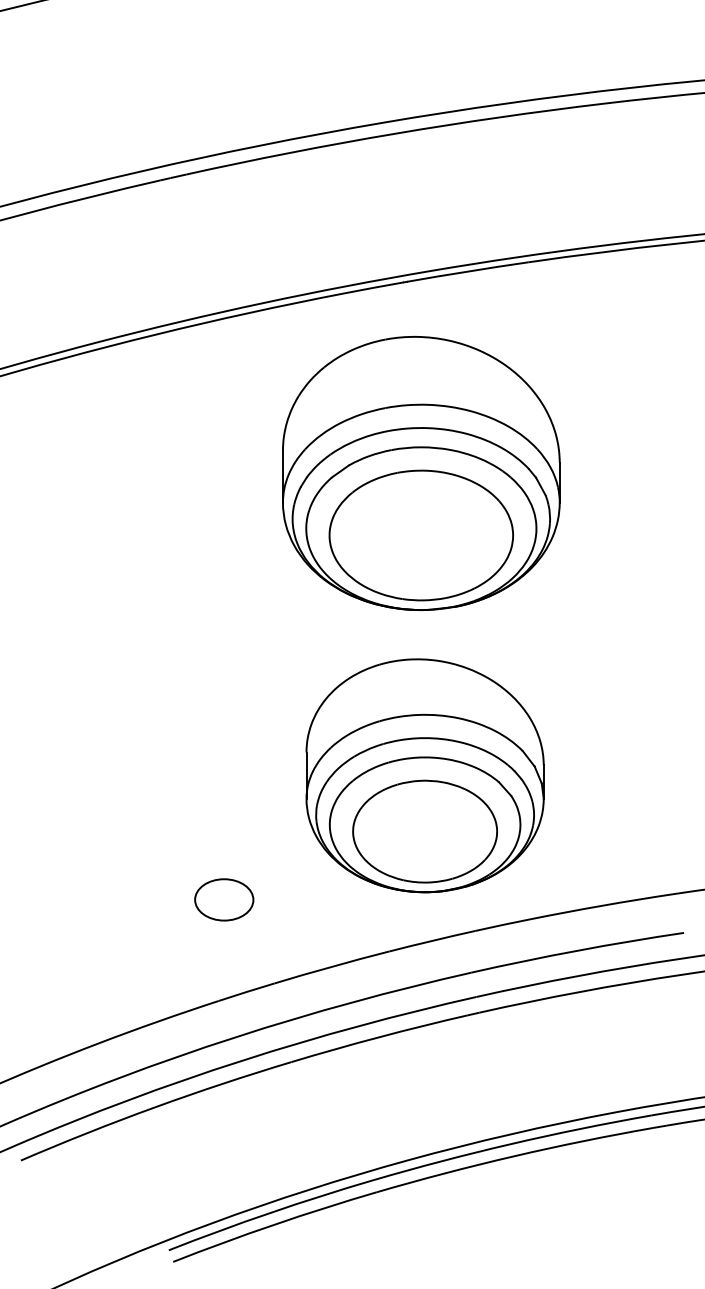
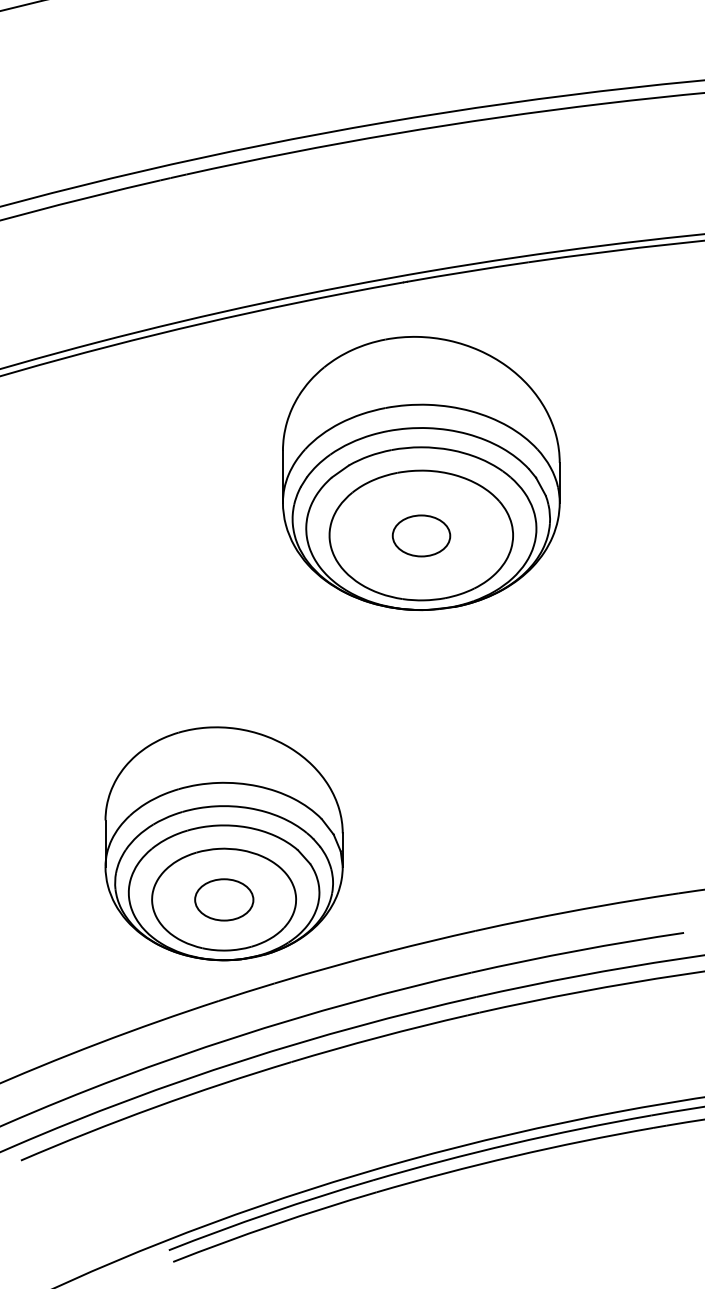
part at (421, 535): none -> present
part at (424, 775) position: (424, 775) -> (223, 843)
